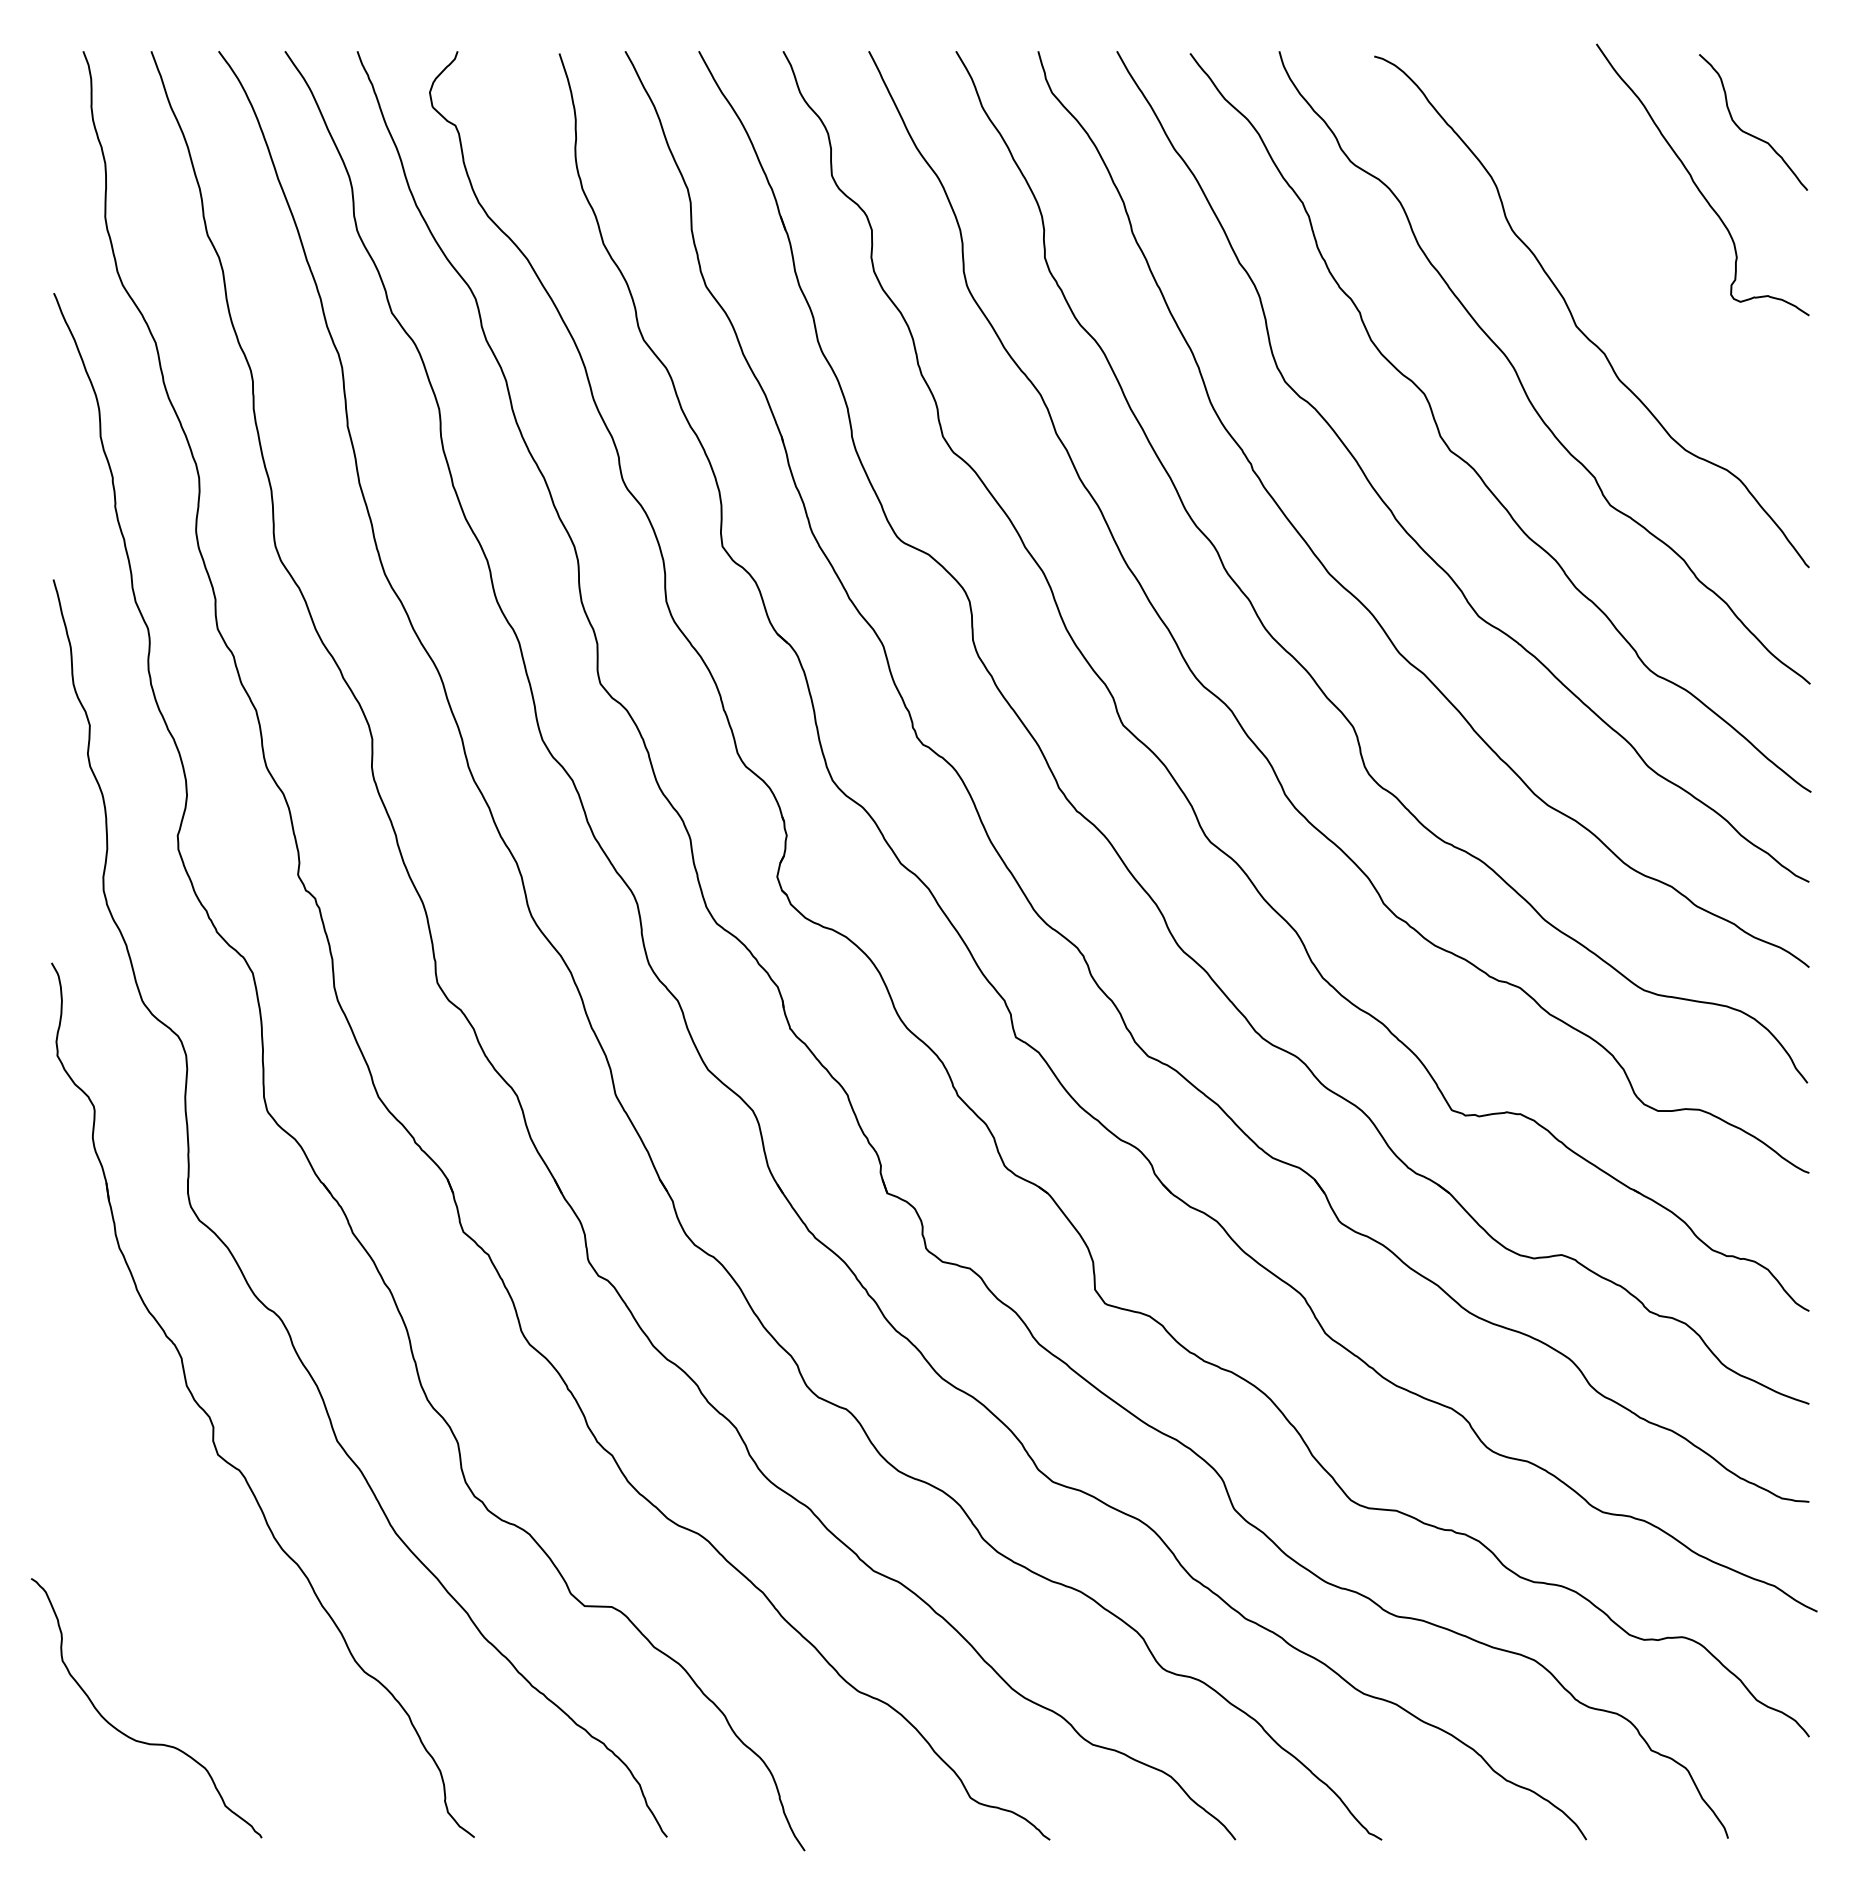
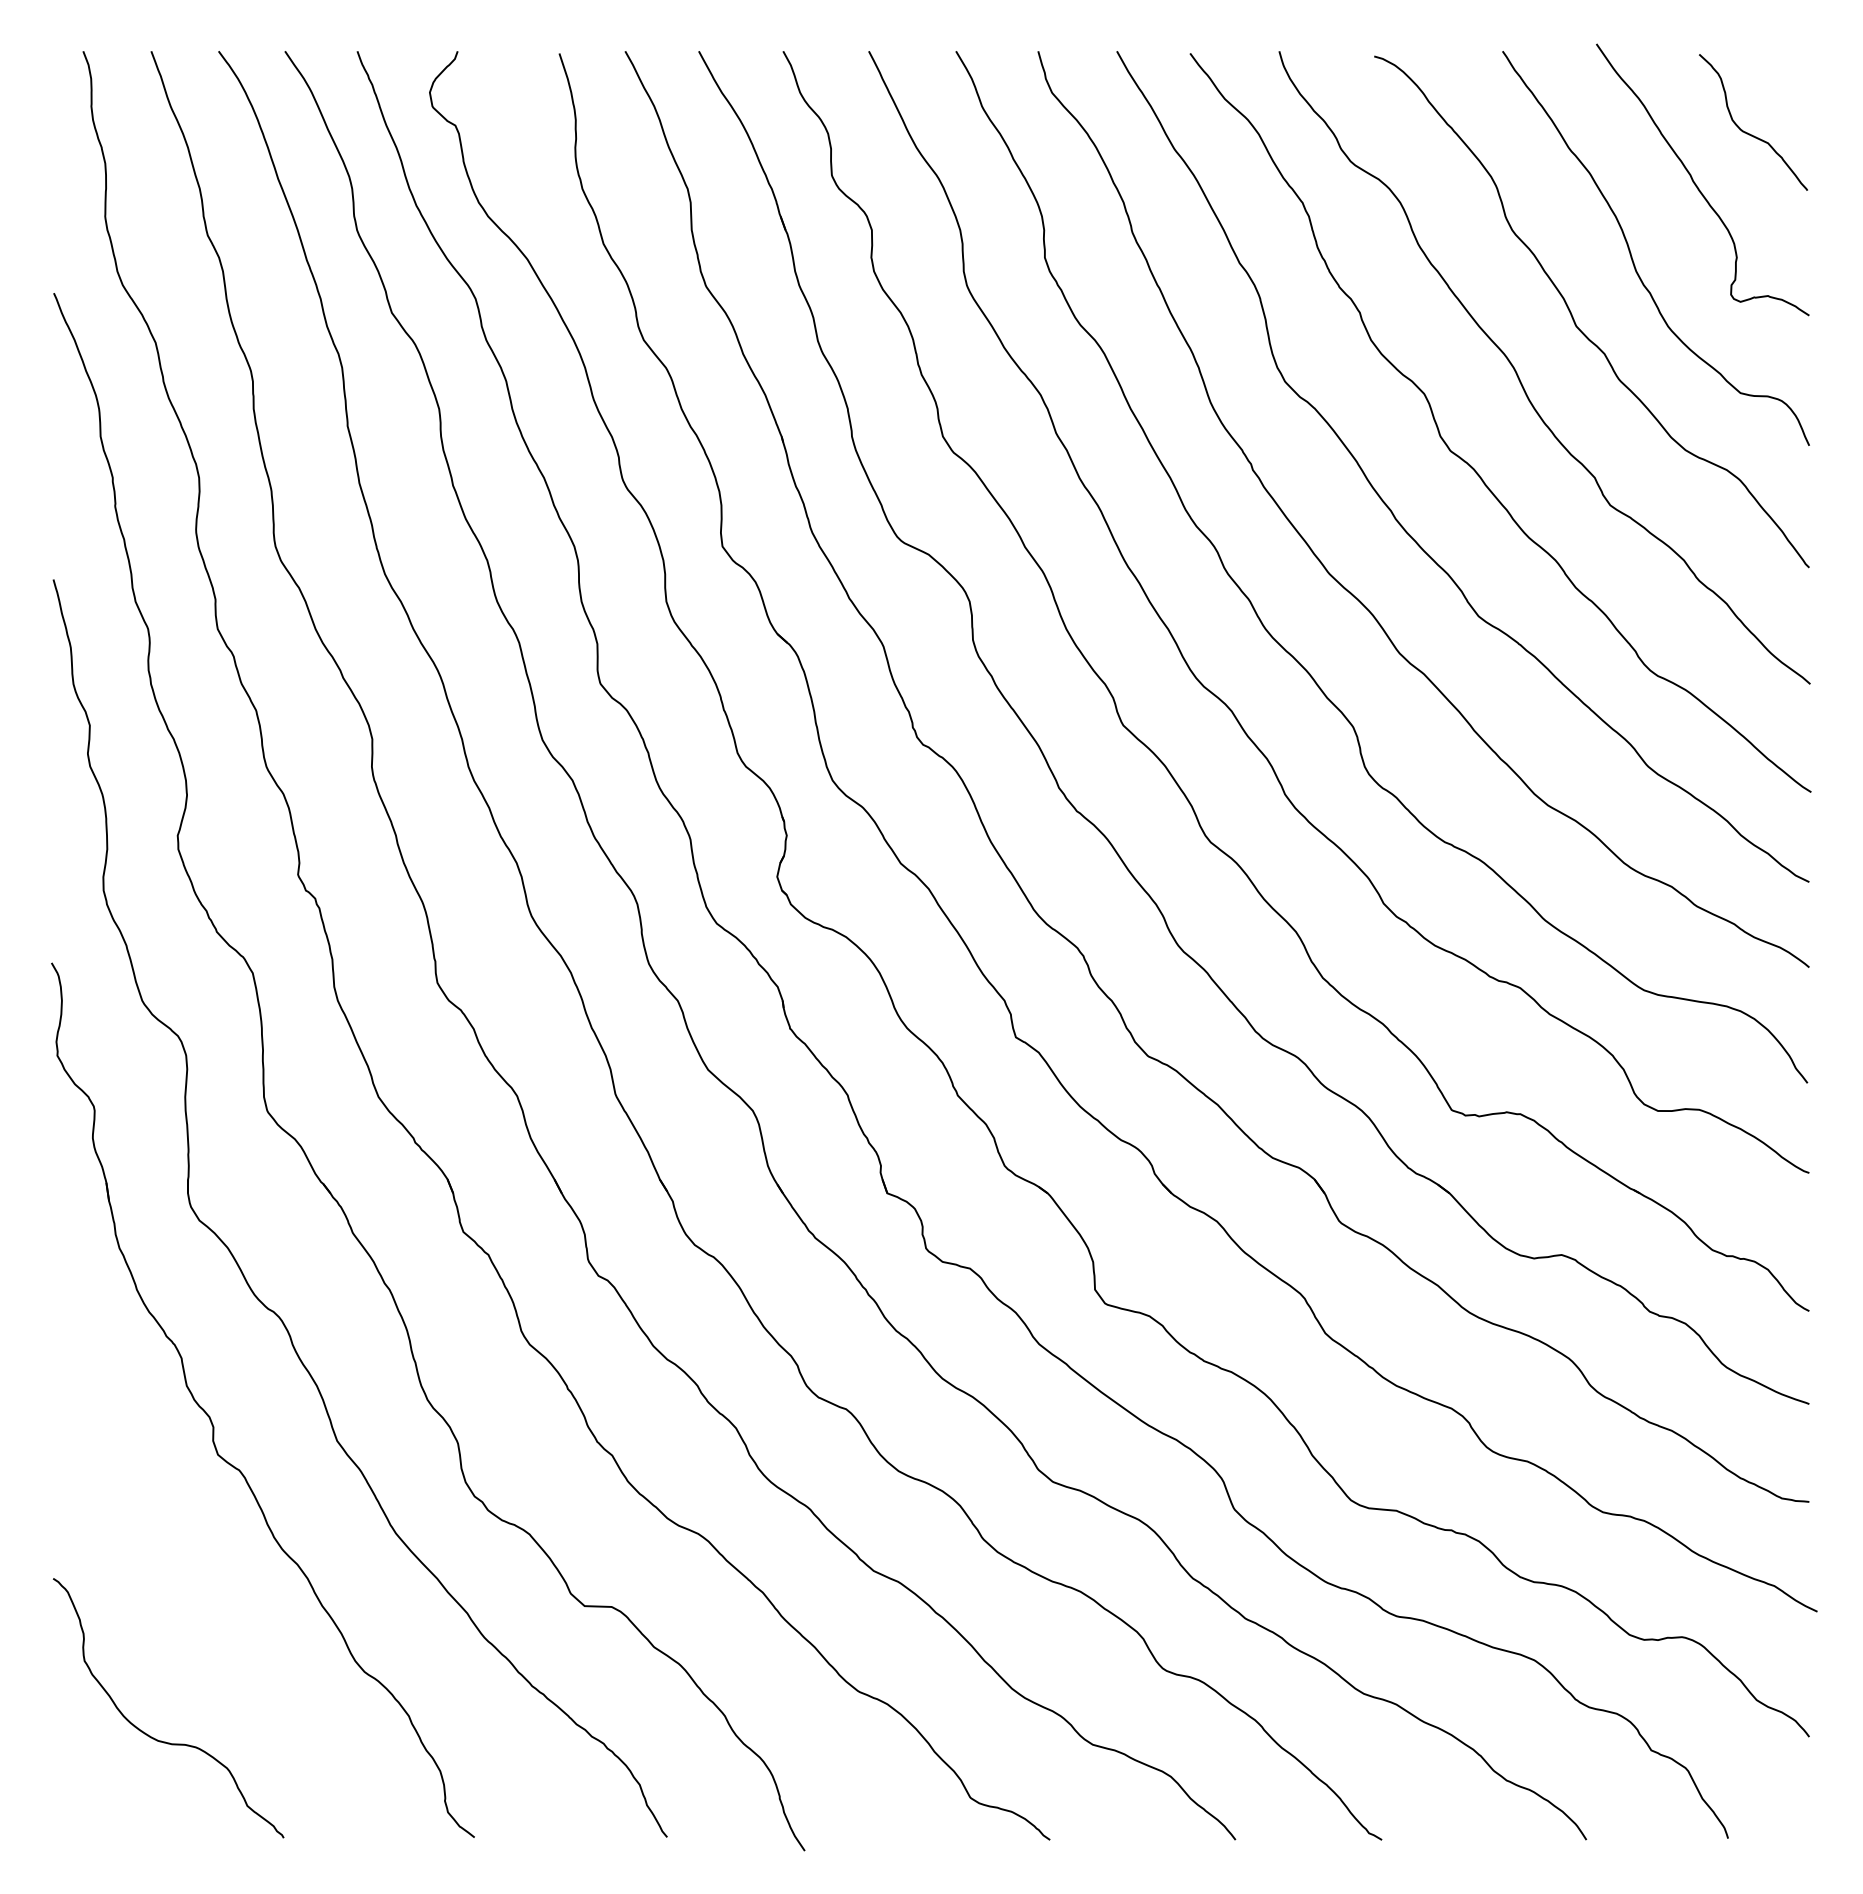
curve at (1631, 252): none -> present
curve at (128, 1735) position: (128, 1735) -> (150, 1735)
